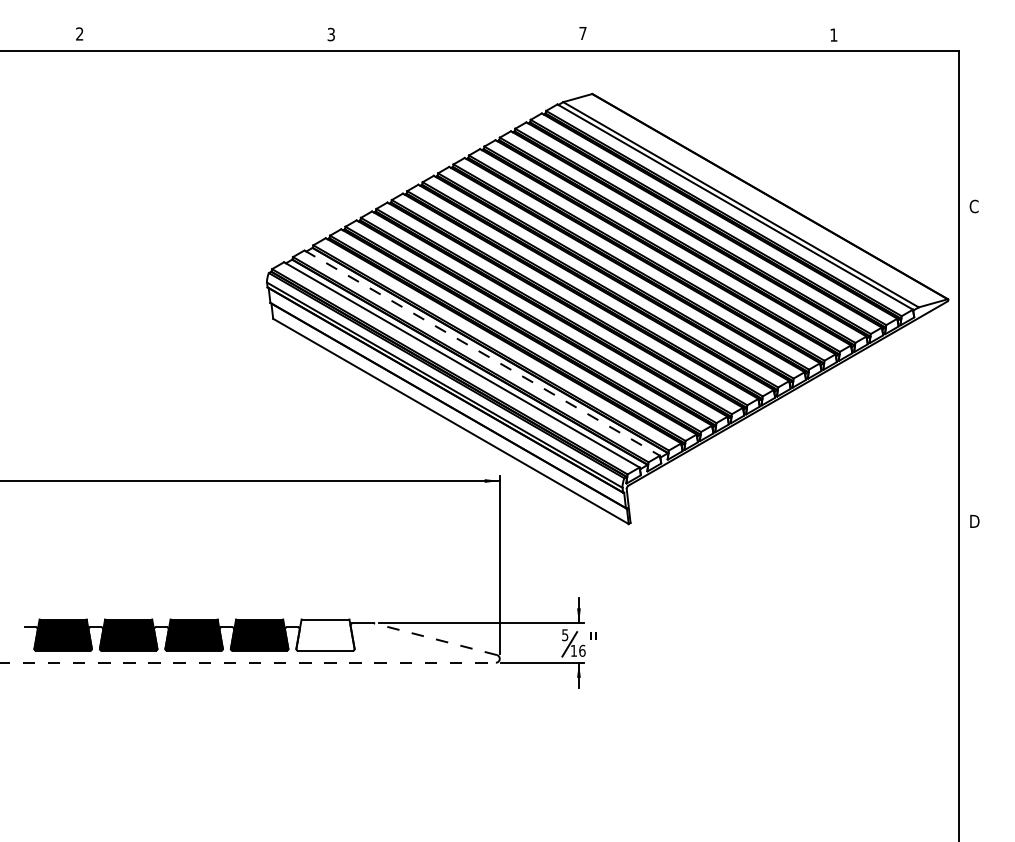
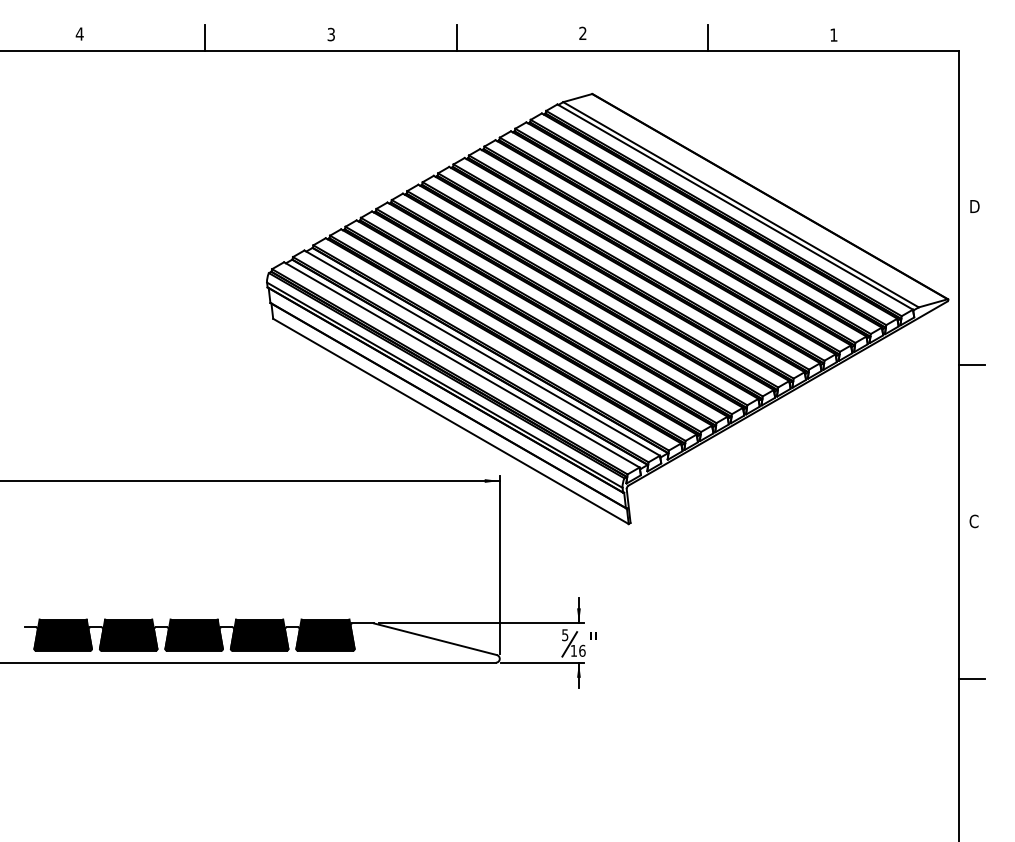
text at (582, 32): 7 -> 2
text at (79, 33): 2 -> 4
line at (205, 37): none -> present
line at (456, 37): none -> present
line at (708, 37): none -> present
text at (974, 206): C -> D
line at (482, 353): dashed -> solid
line at (971, 364): none -> present
text at (974, 521): D -> C
fill at (325, 634): none -> present
line at (435, 639): dashed -> solid
line at (248, 662): dashed -> solid
line at (971, 678): none -> present
